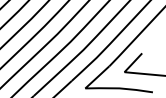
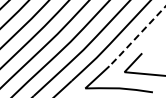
line at (136, 37): solid -> dashed
